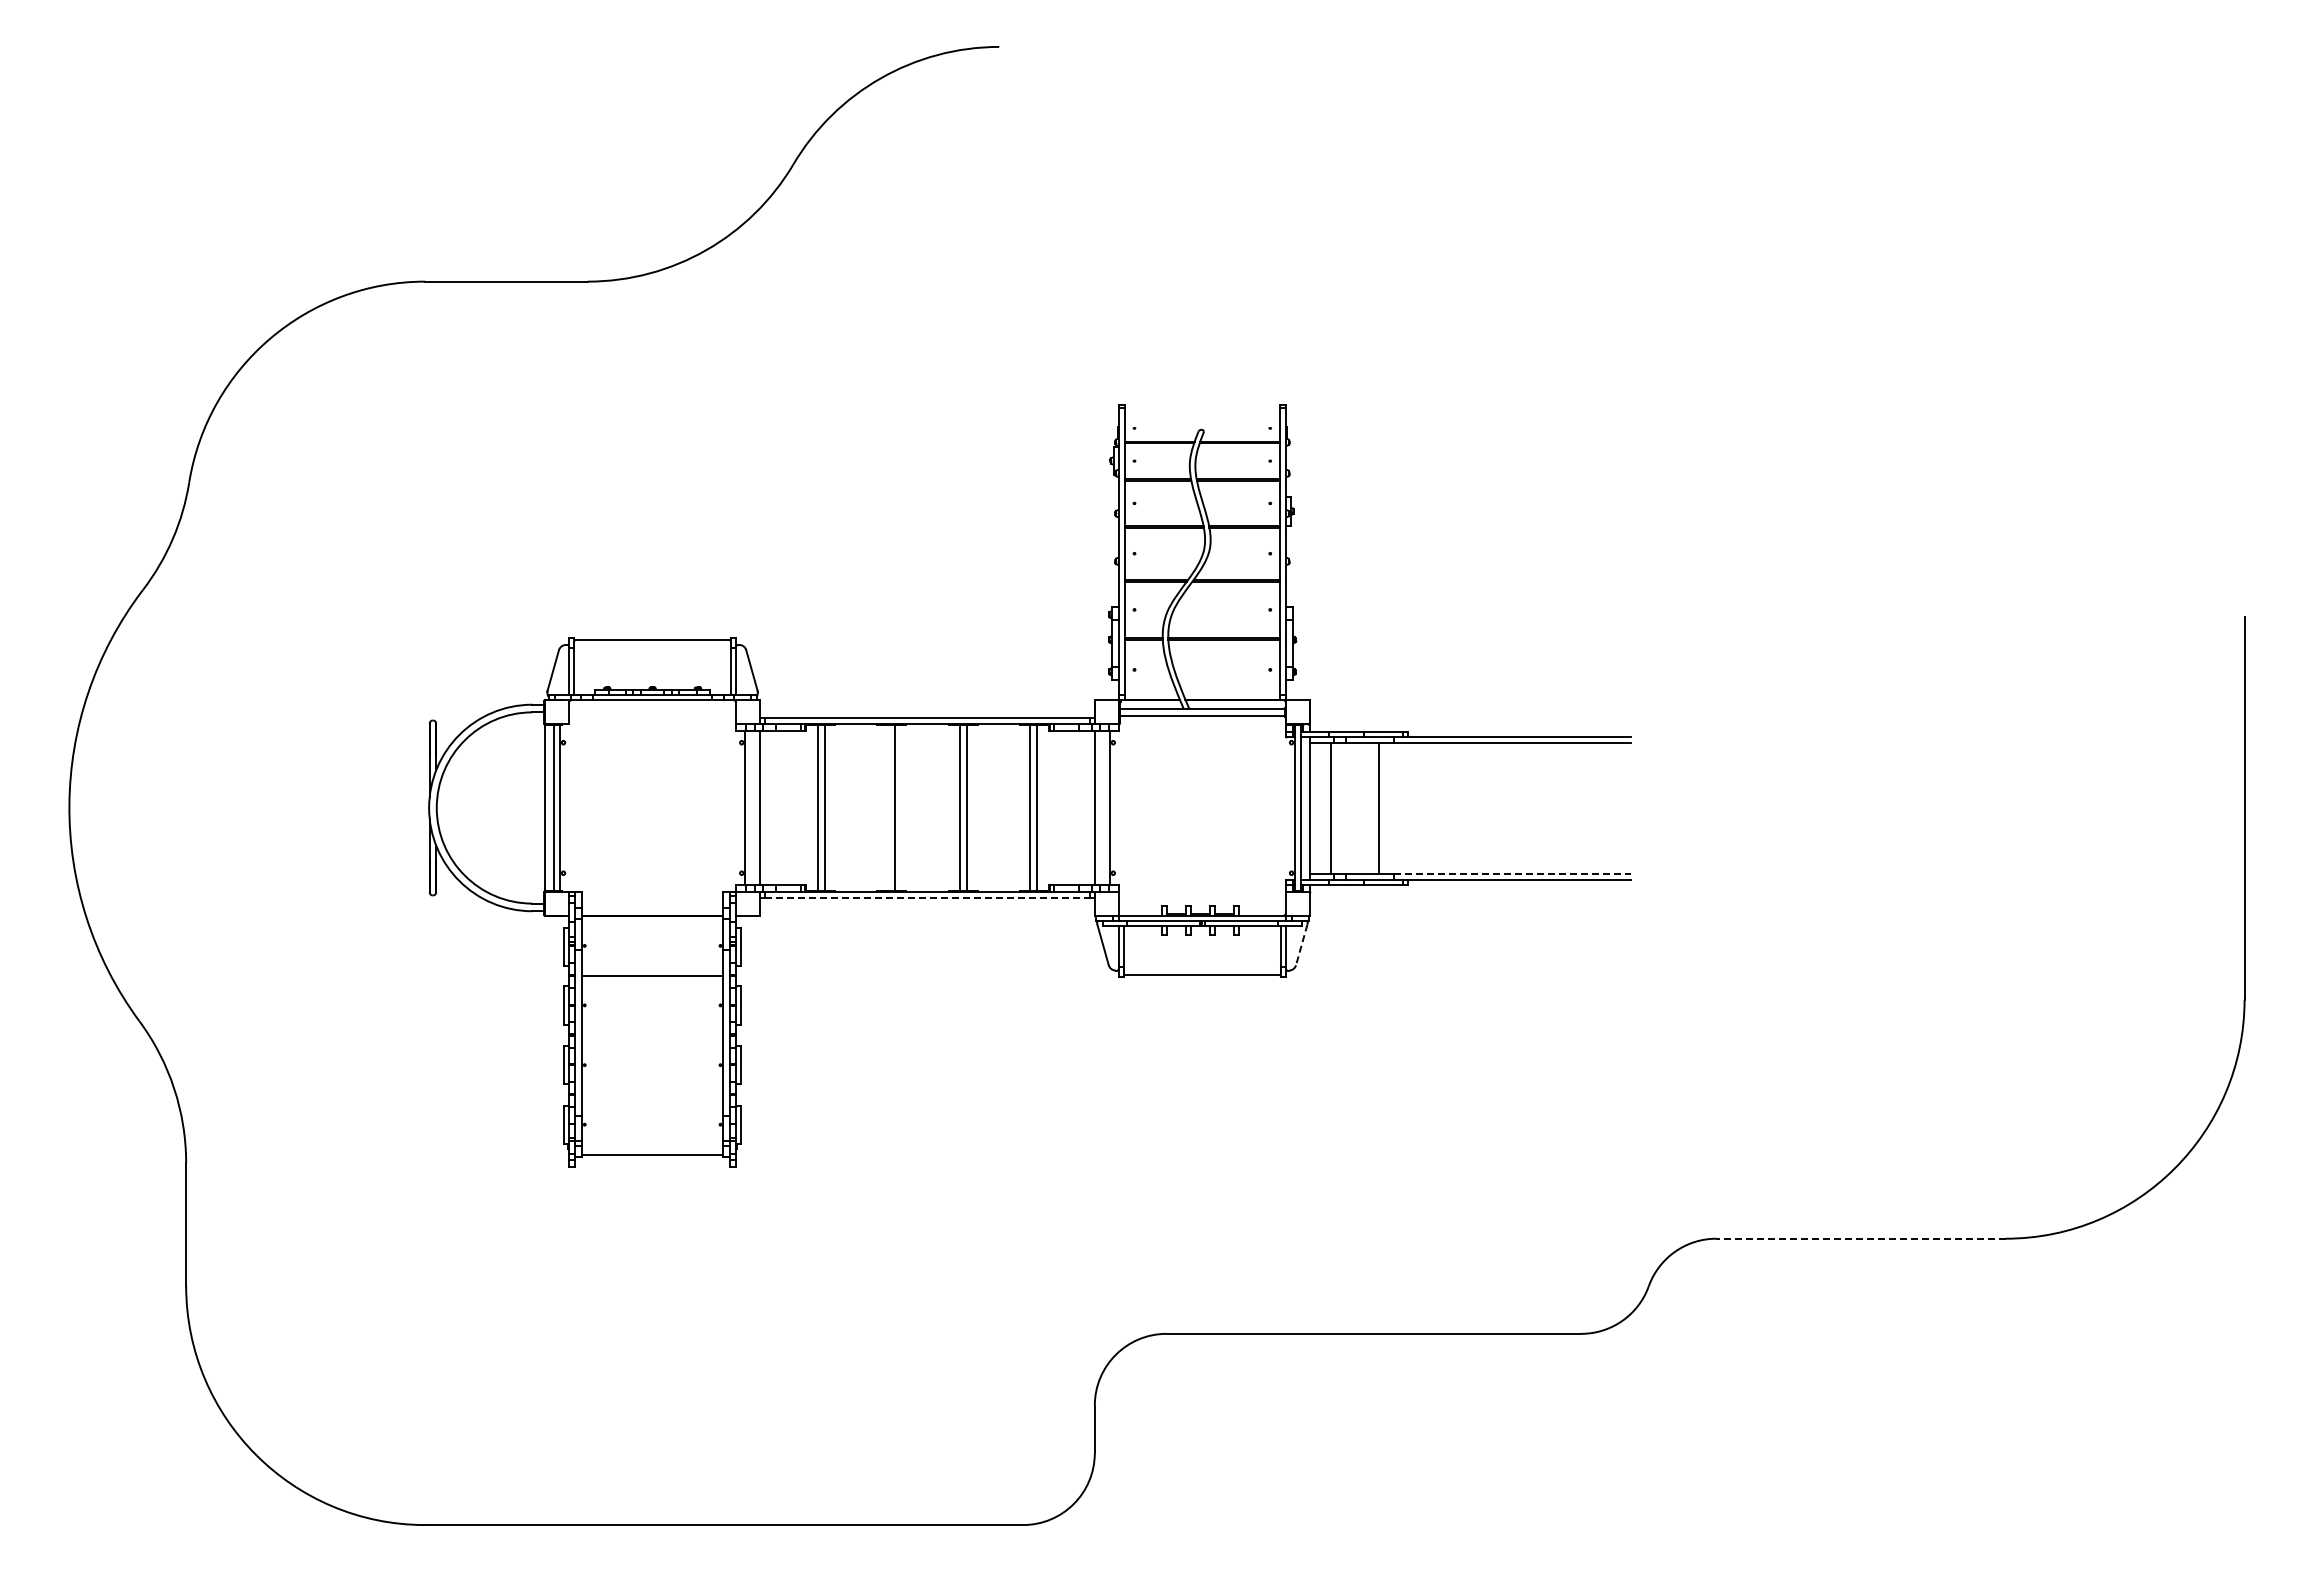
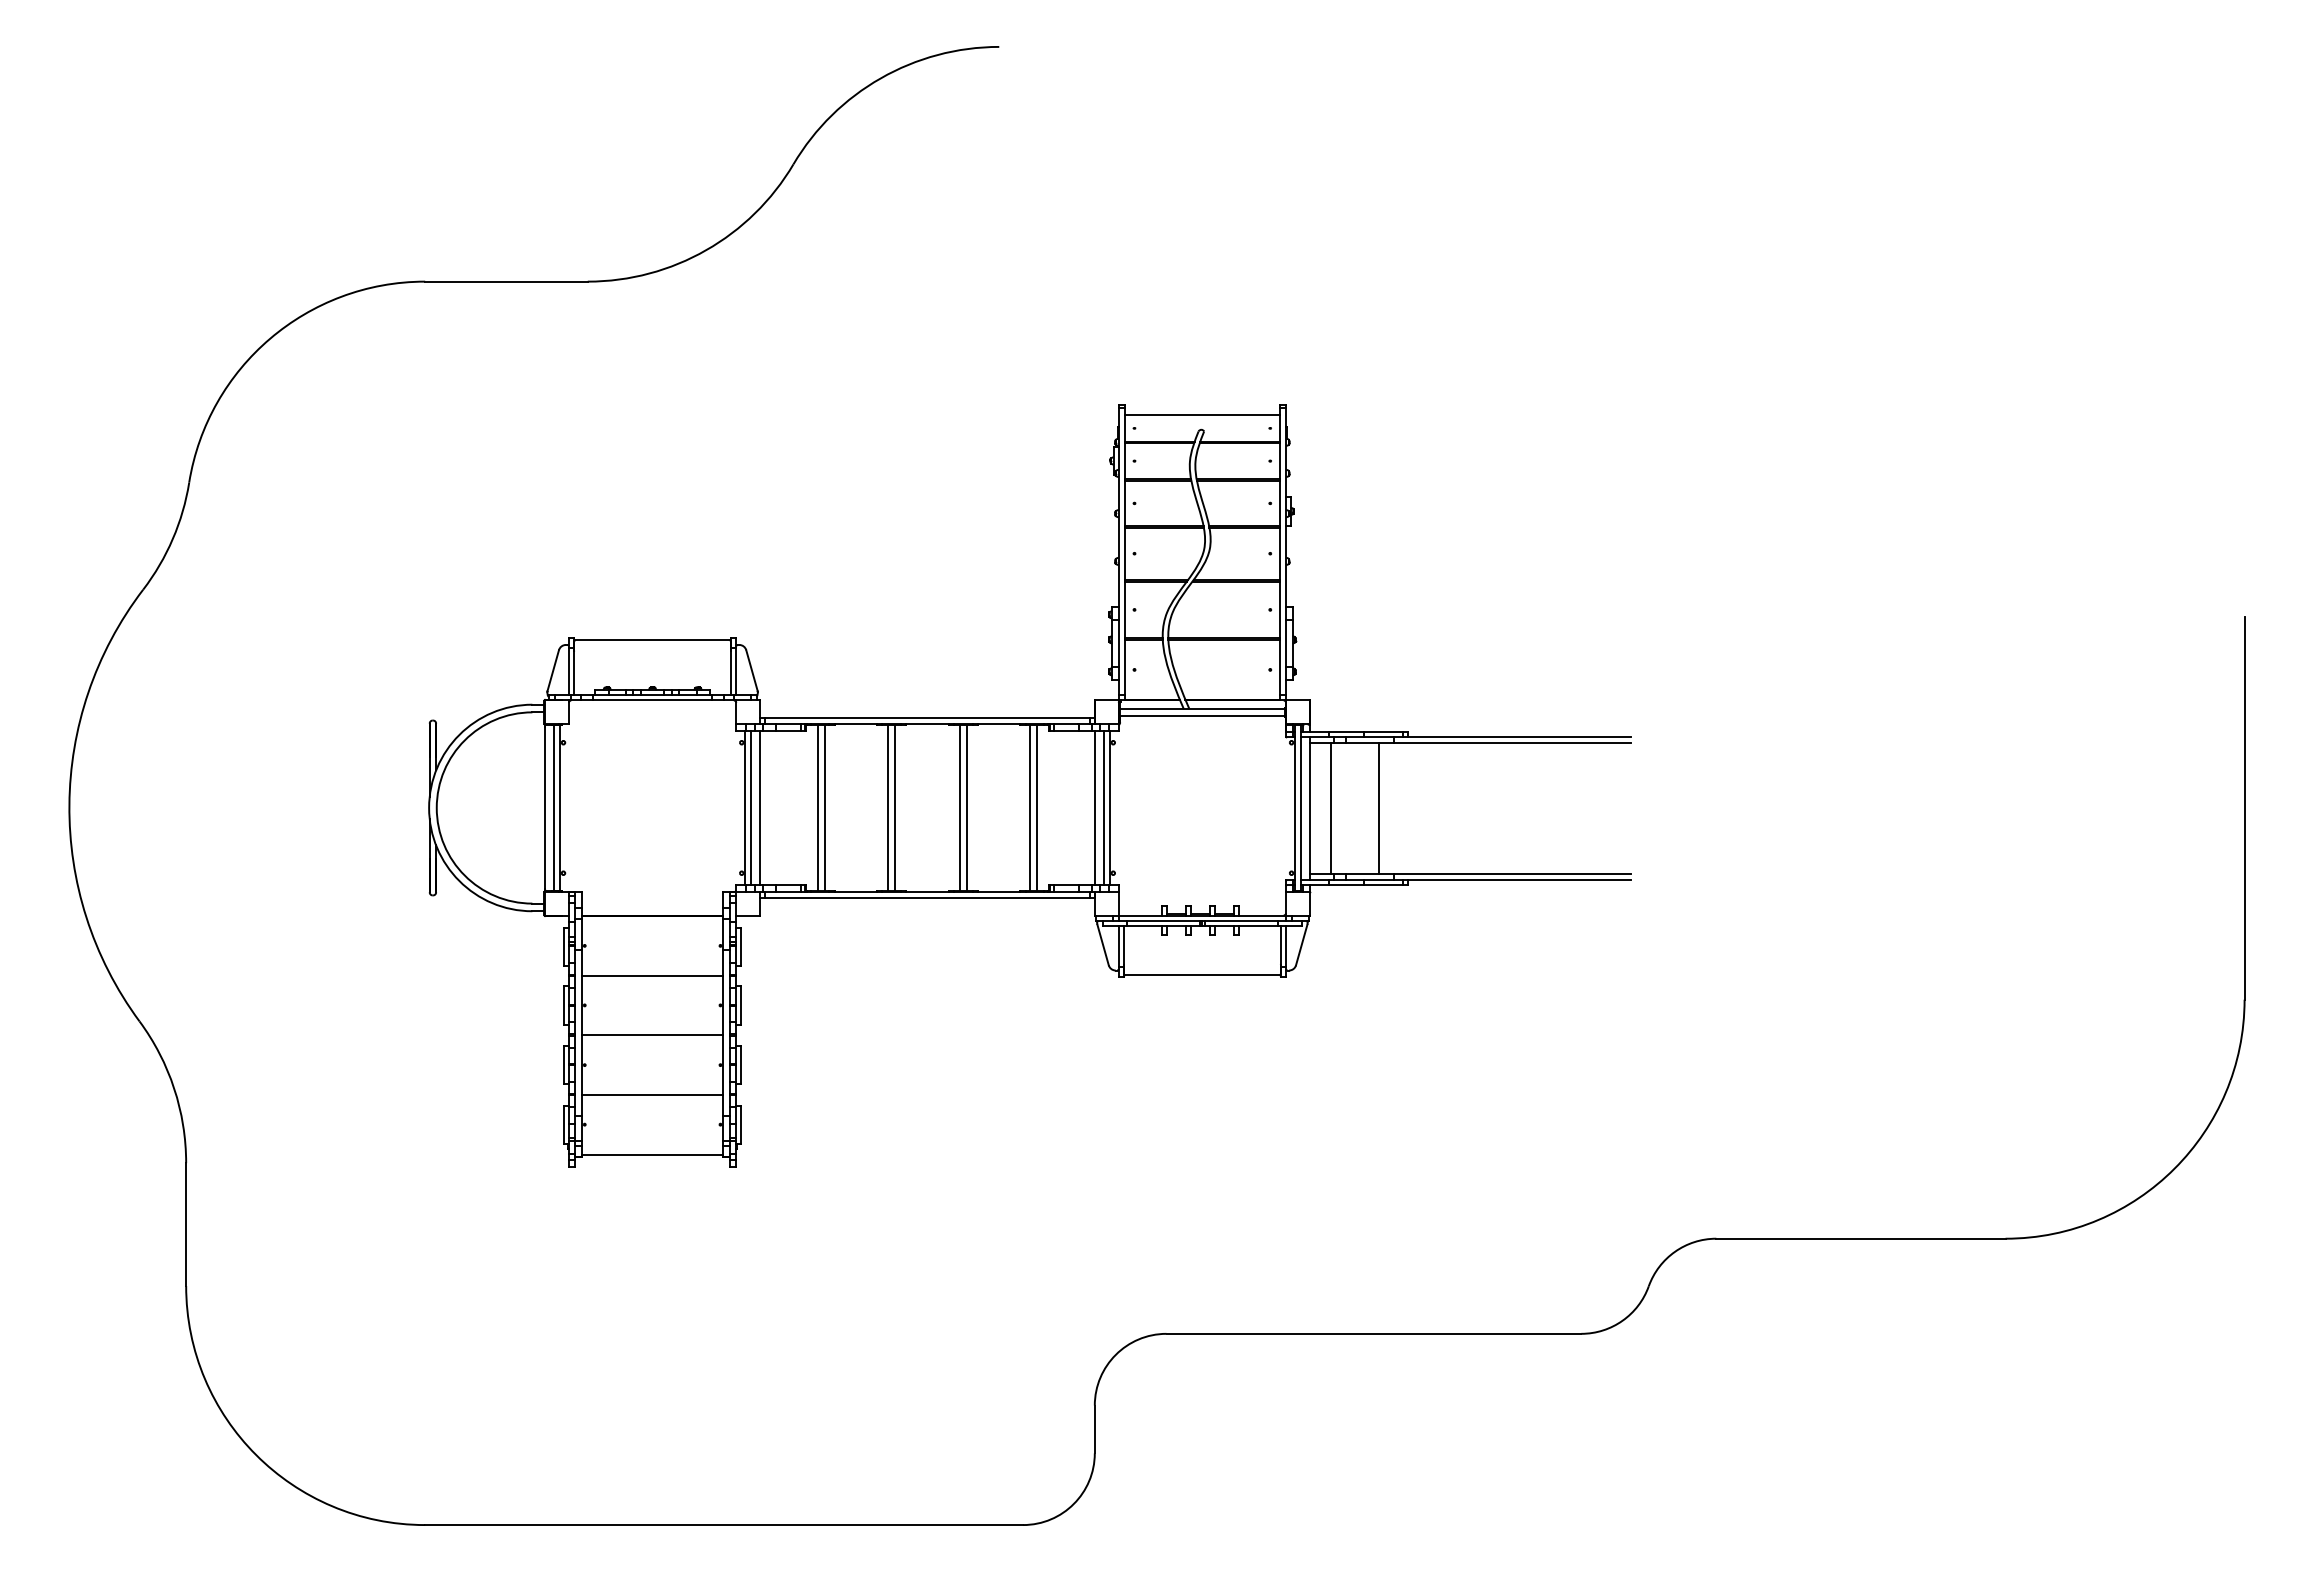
line at (1202, 415): none -> present
line at (751, 807): none -> present
line at (888, 807): none -> present
line at (1103, 807): none -> present
line at (1513, 873): dashed -> solid
line at (927, 898): dashed -> solid
line at (1301, 945): dashed -> solid
line at (652, 1035): none -> present
line at (652, 1095): none -> present
line at (1860, 1238): dashed -> solid
